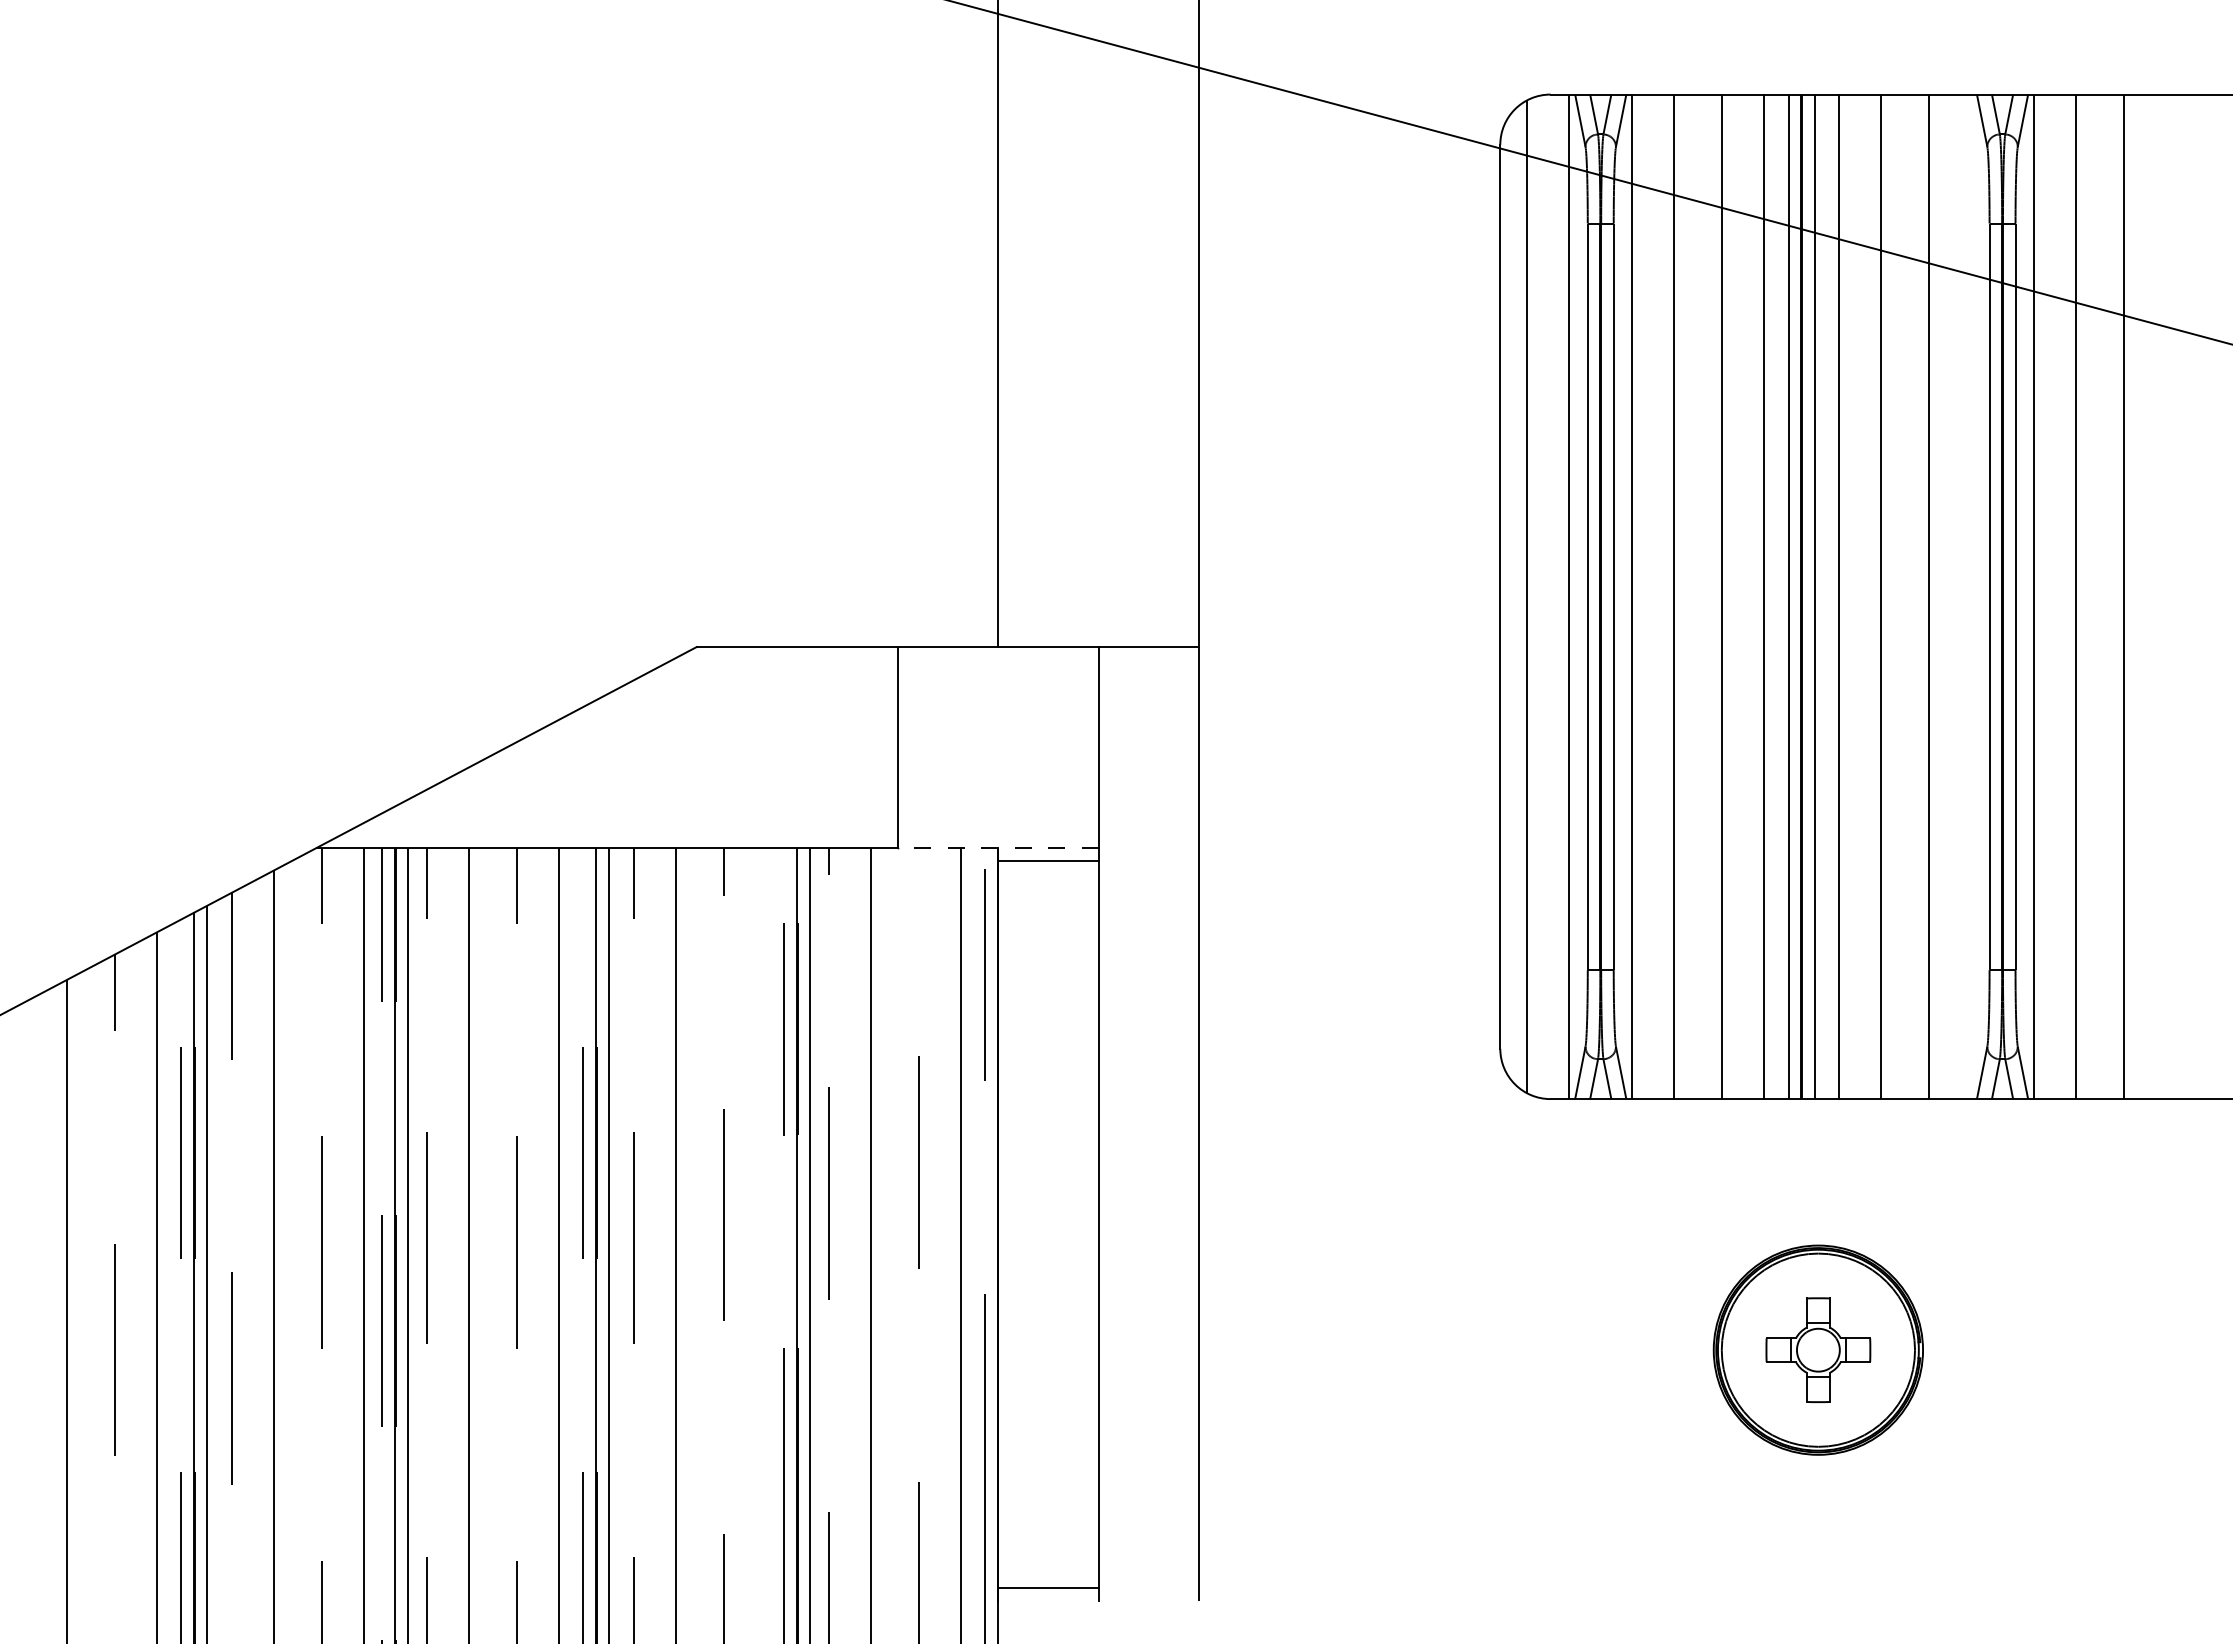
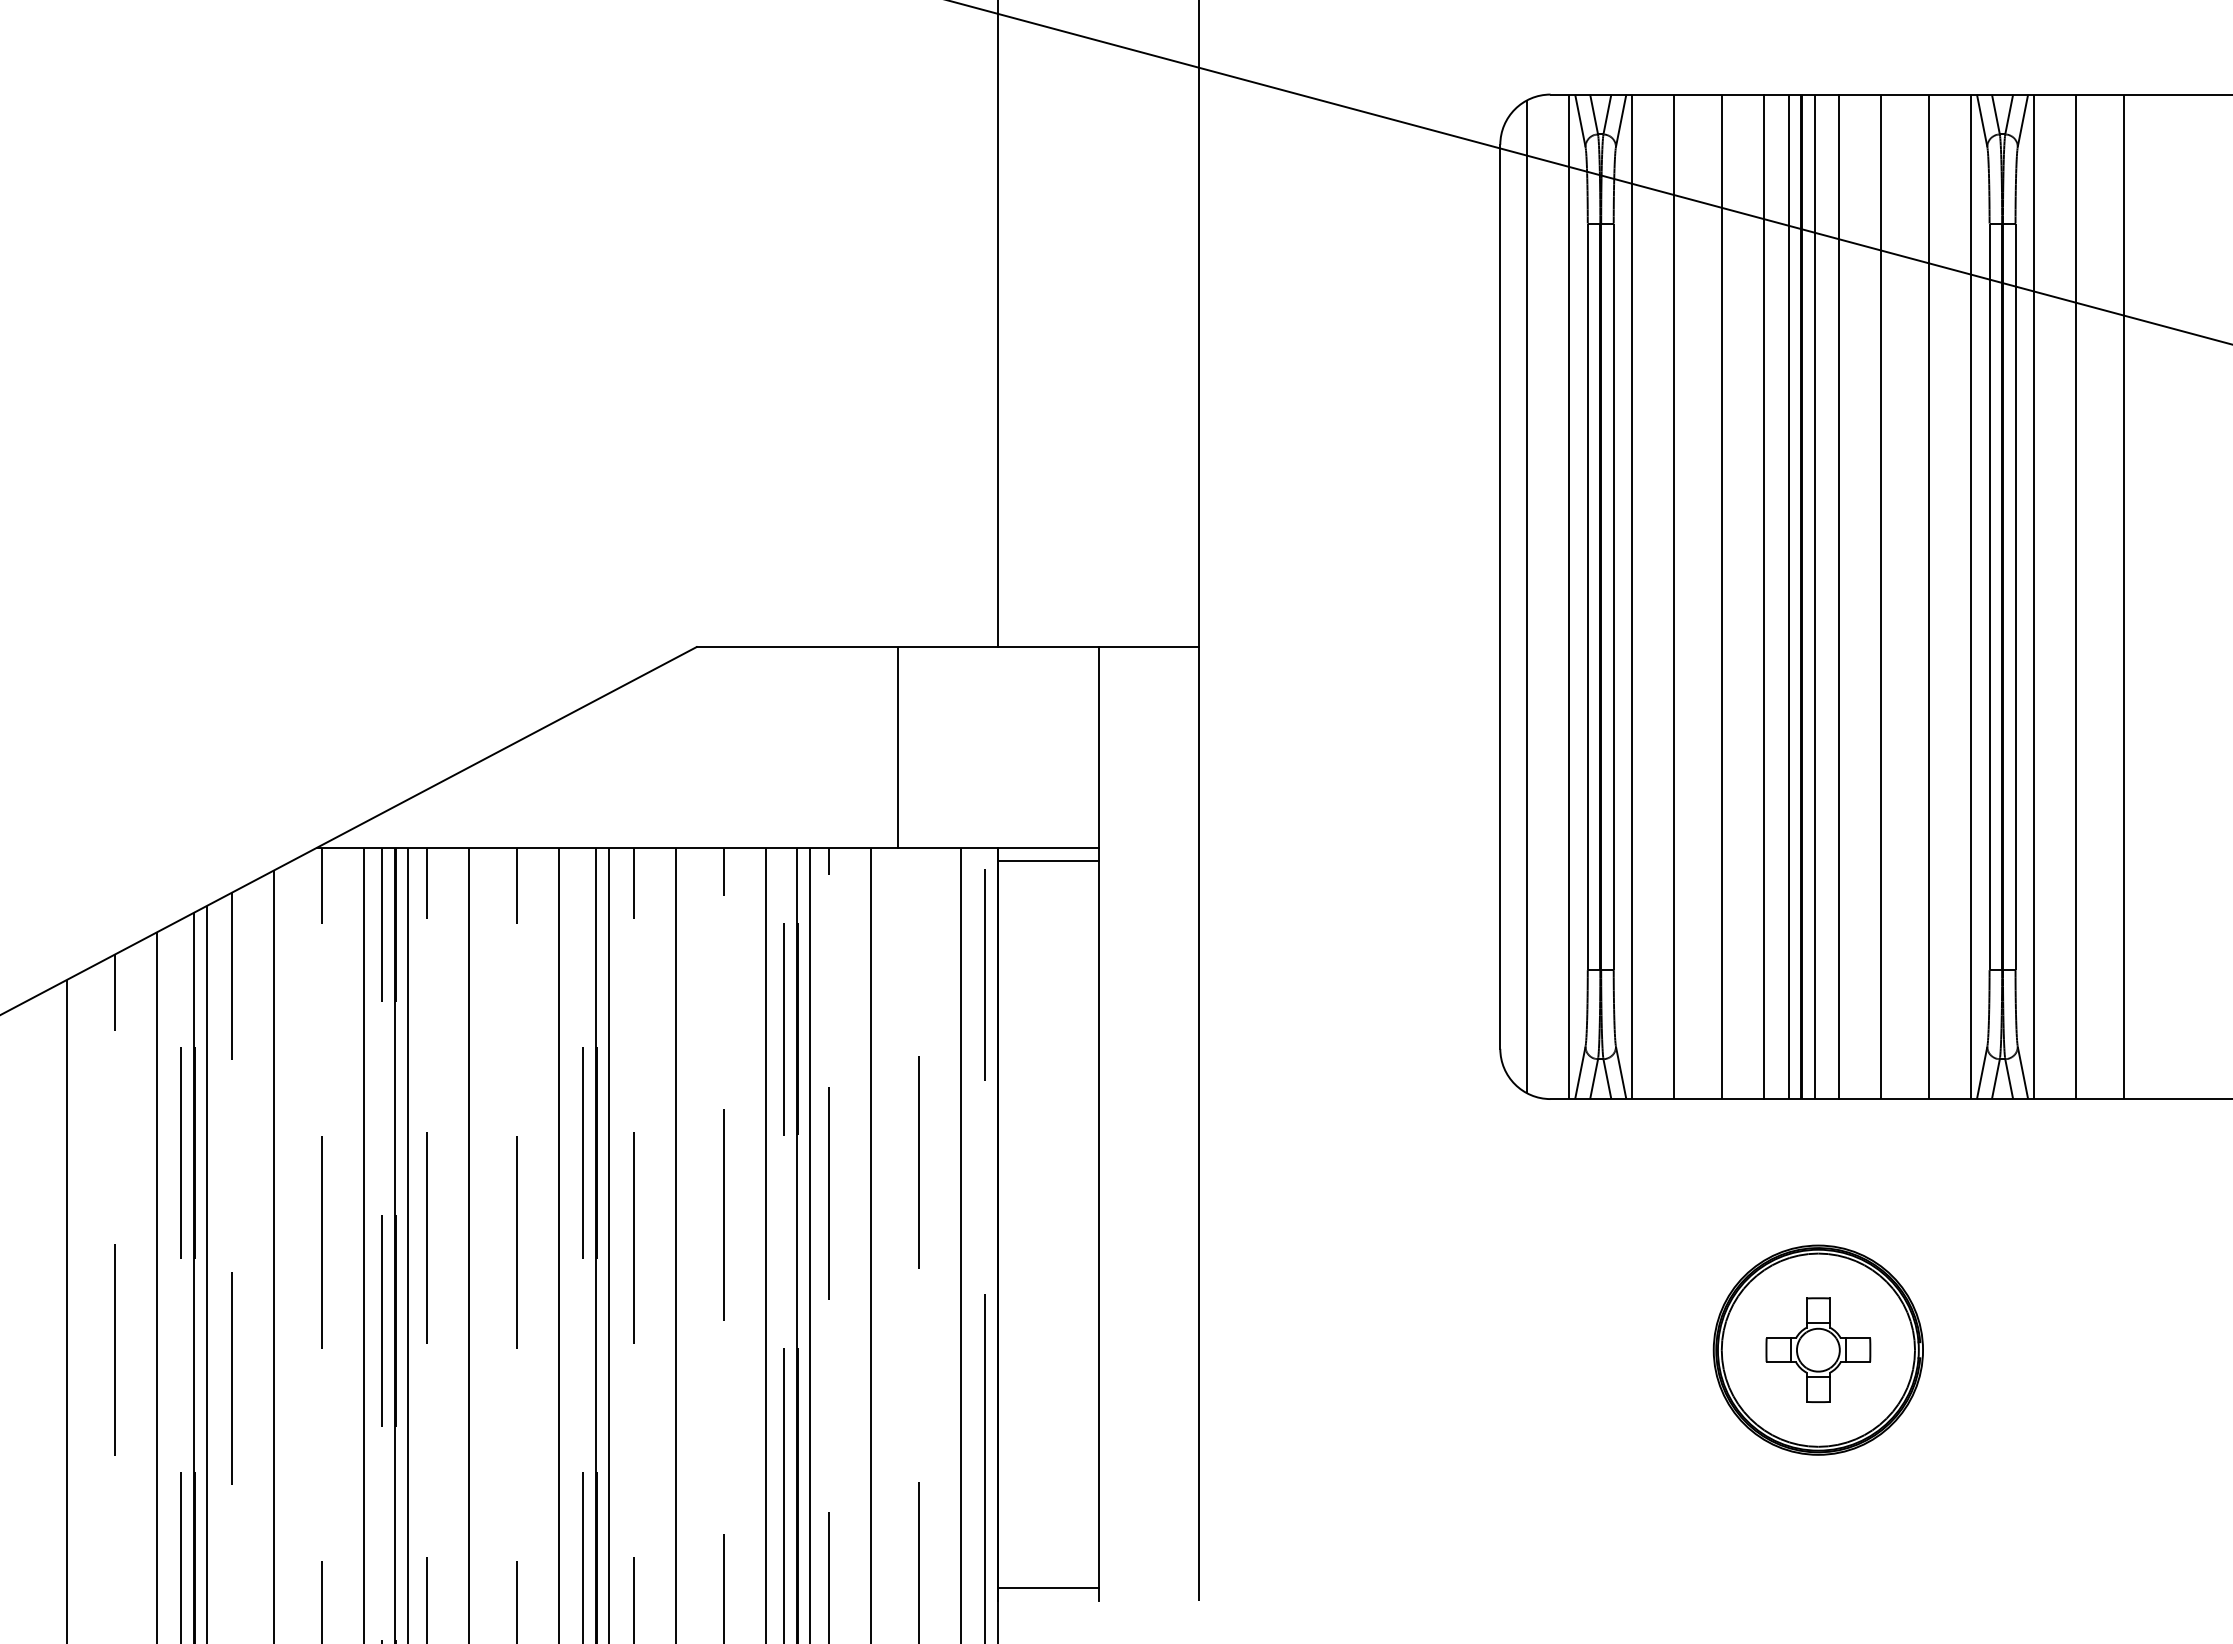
line at (1970, 596): none -> present
line at (997, 847): dashed -> solid
line at (765, 1243): none -> present
